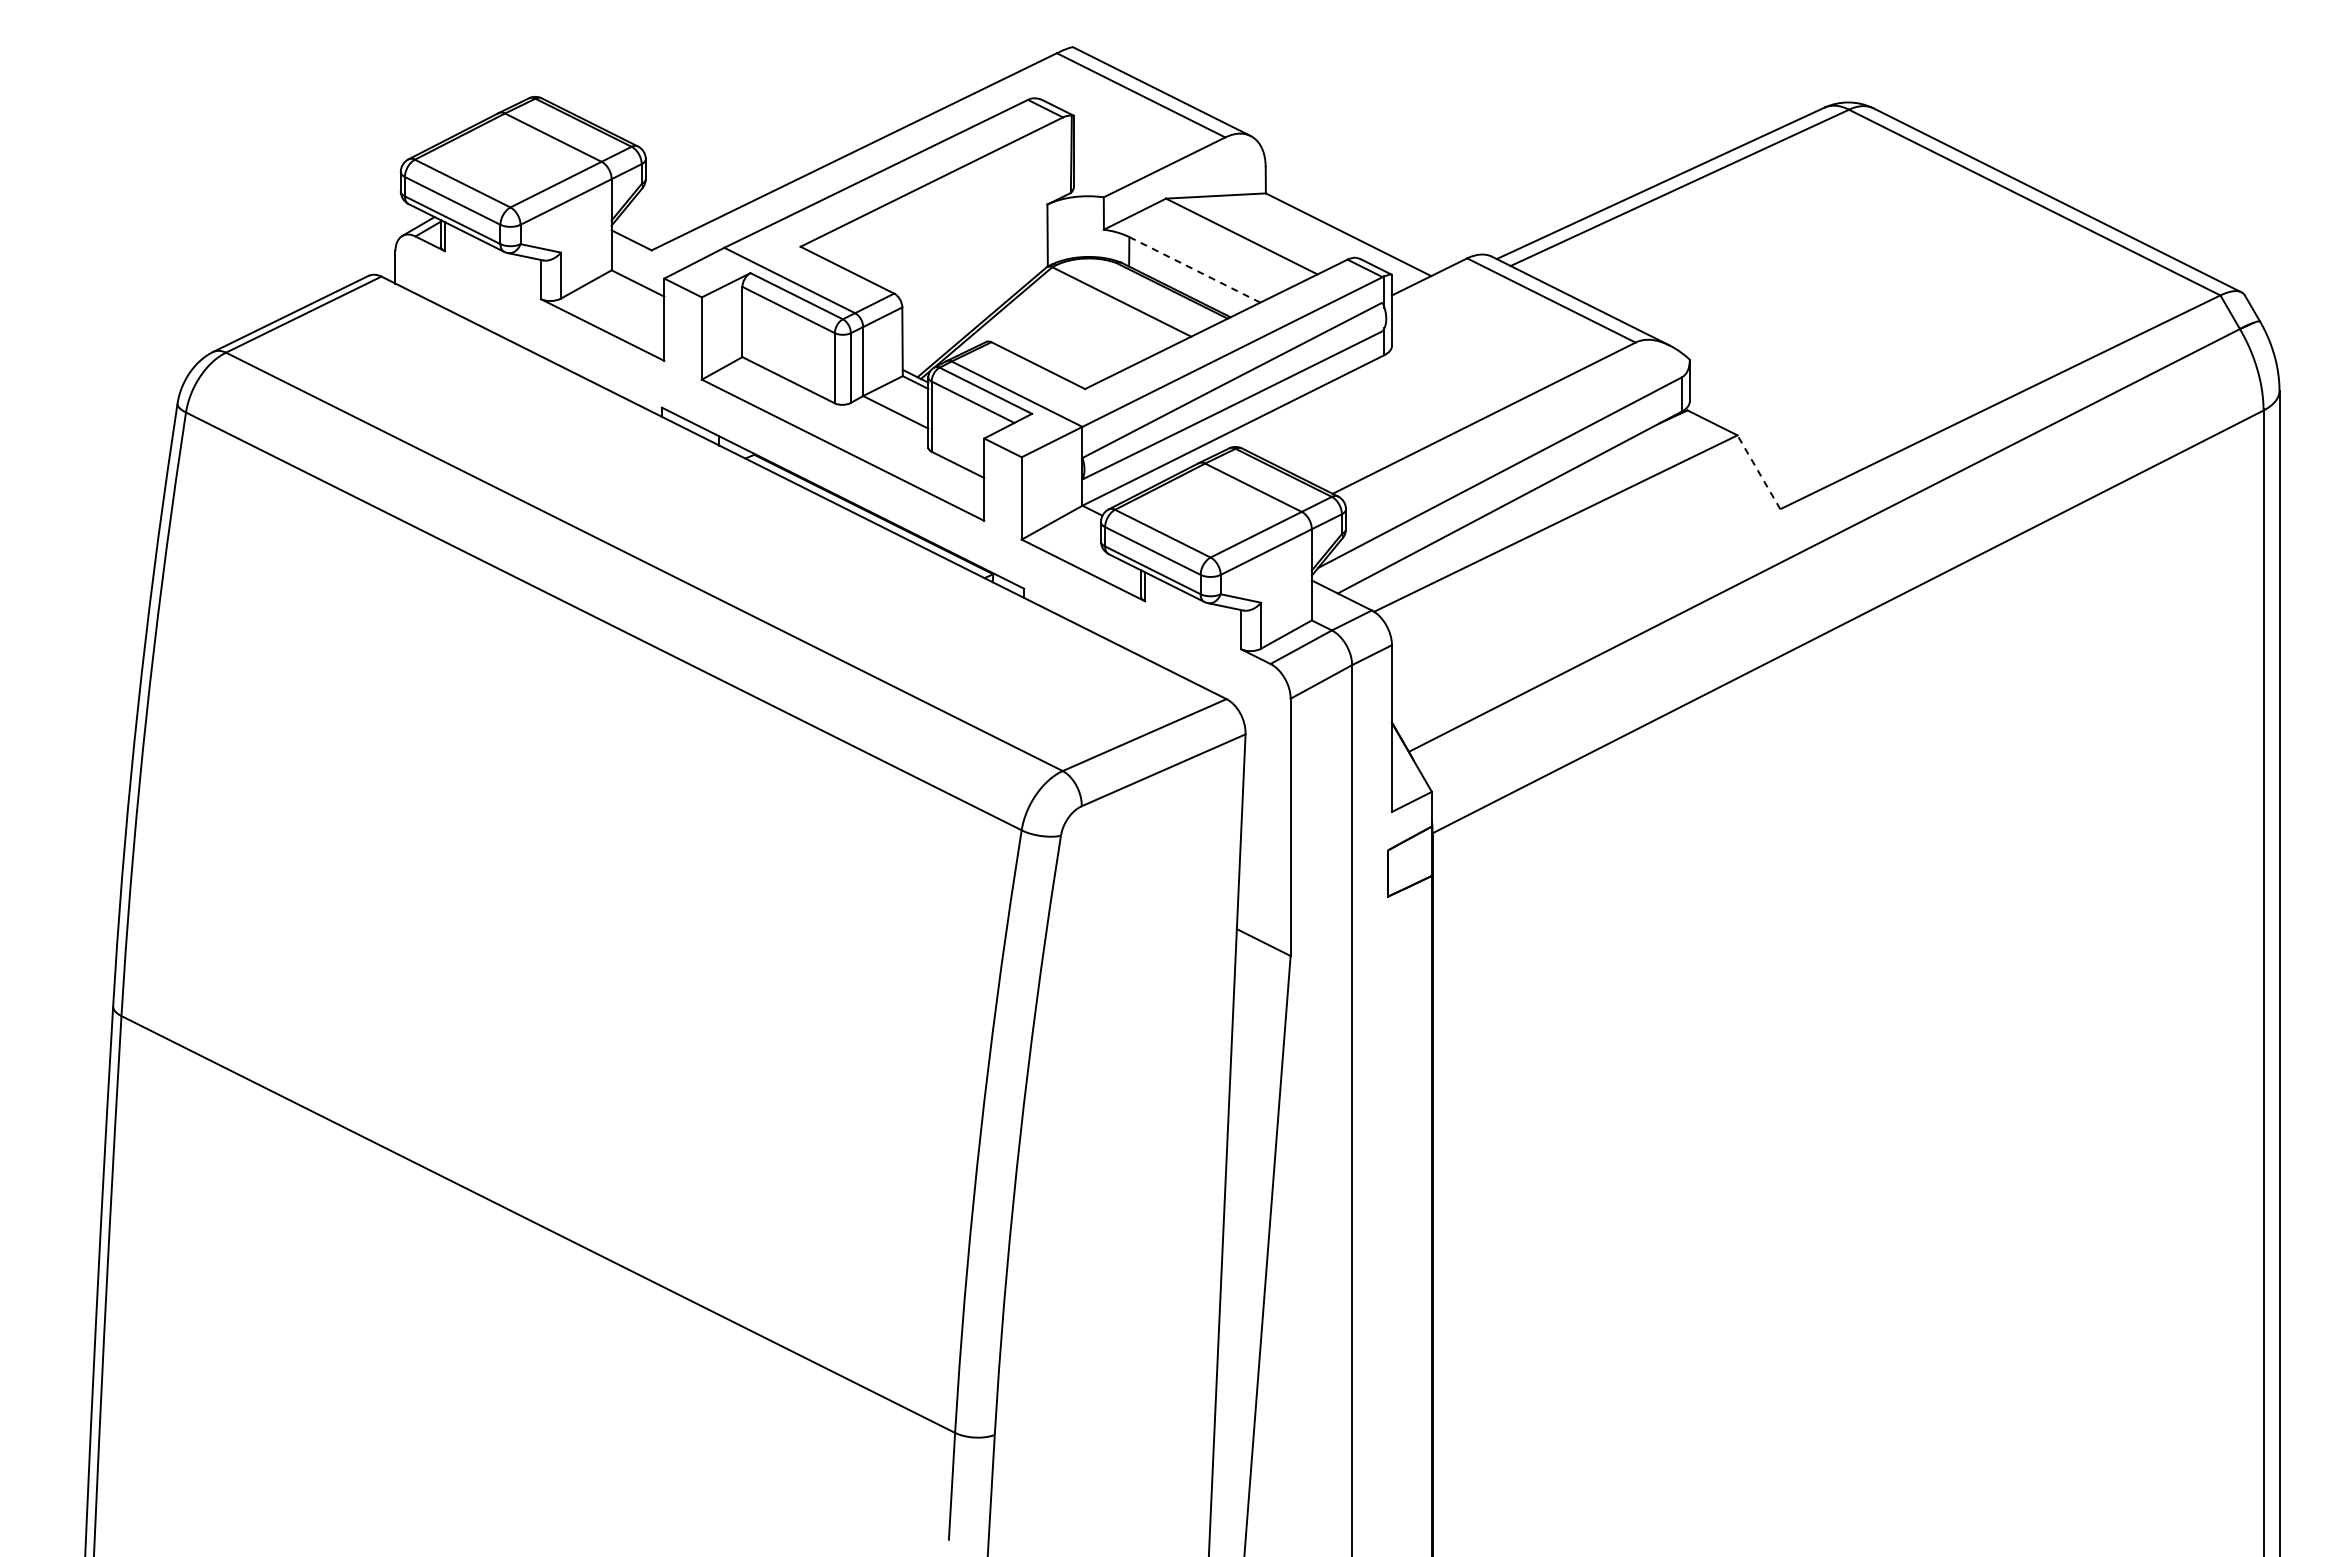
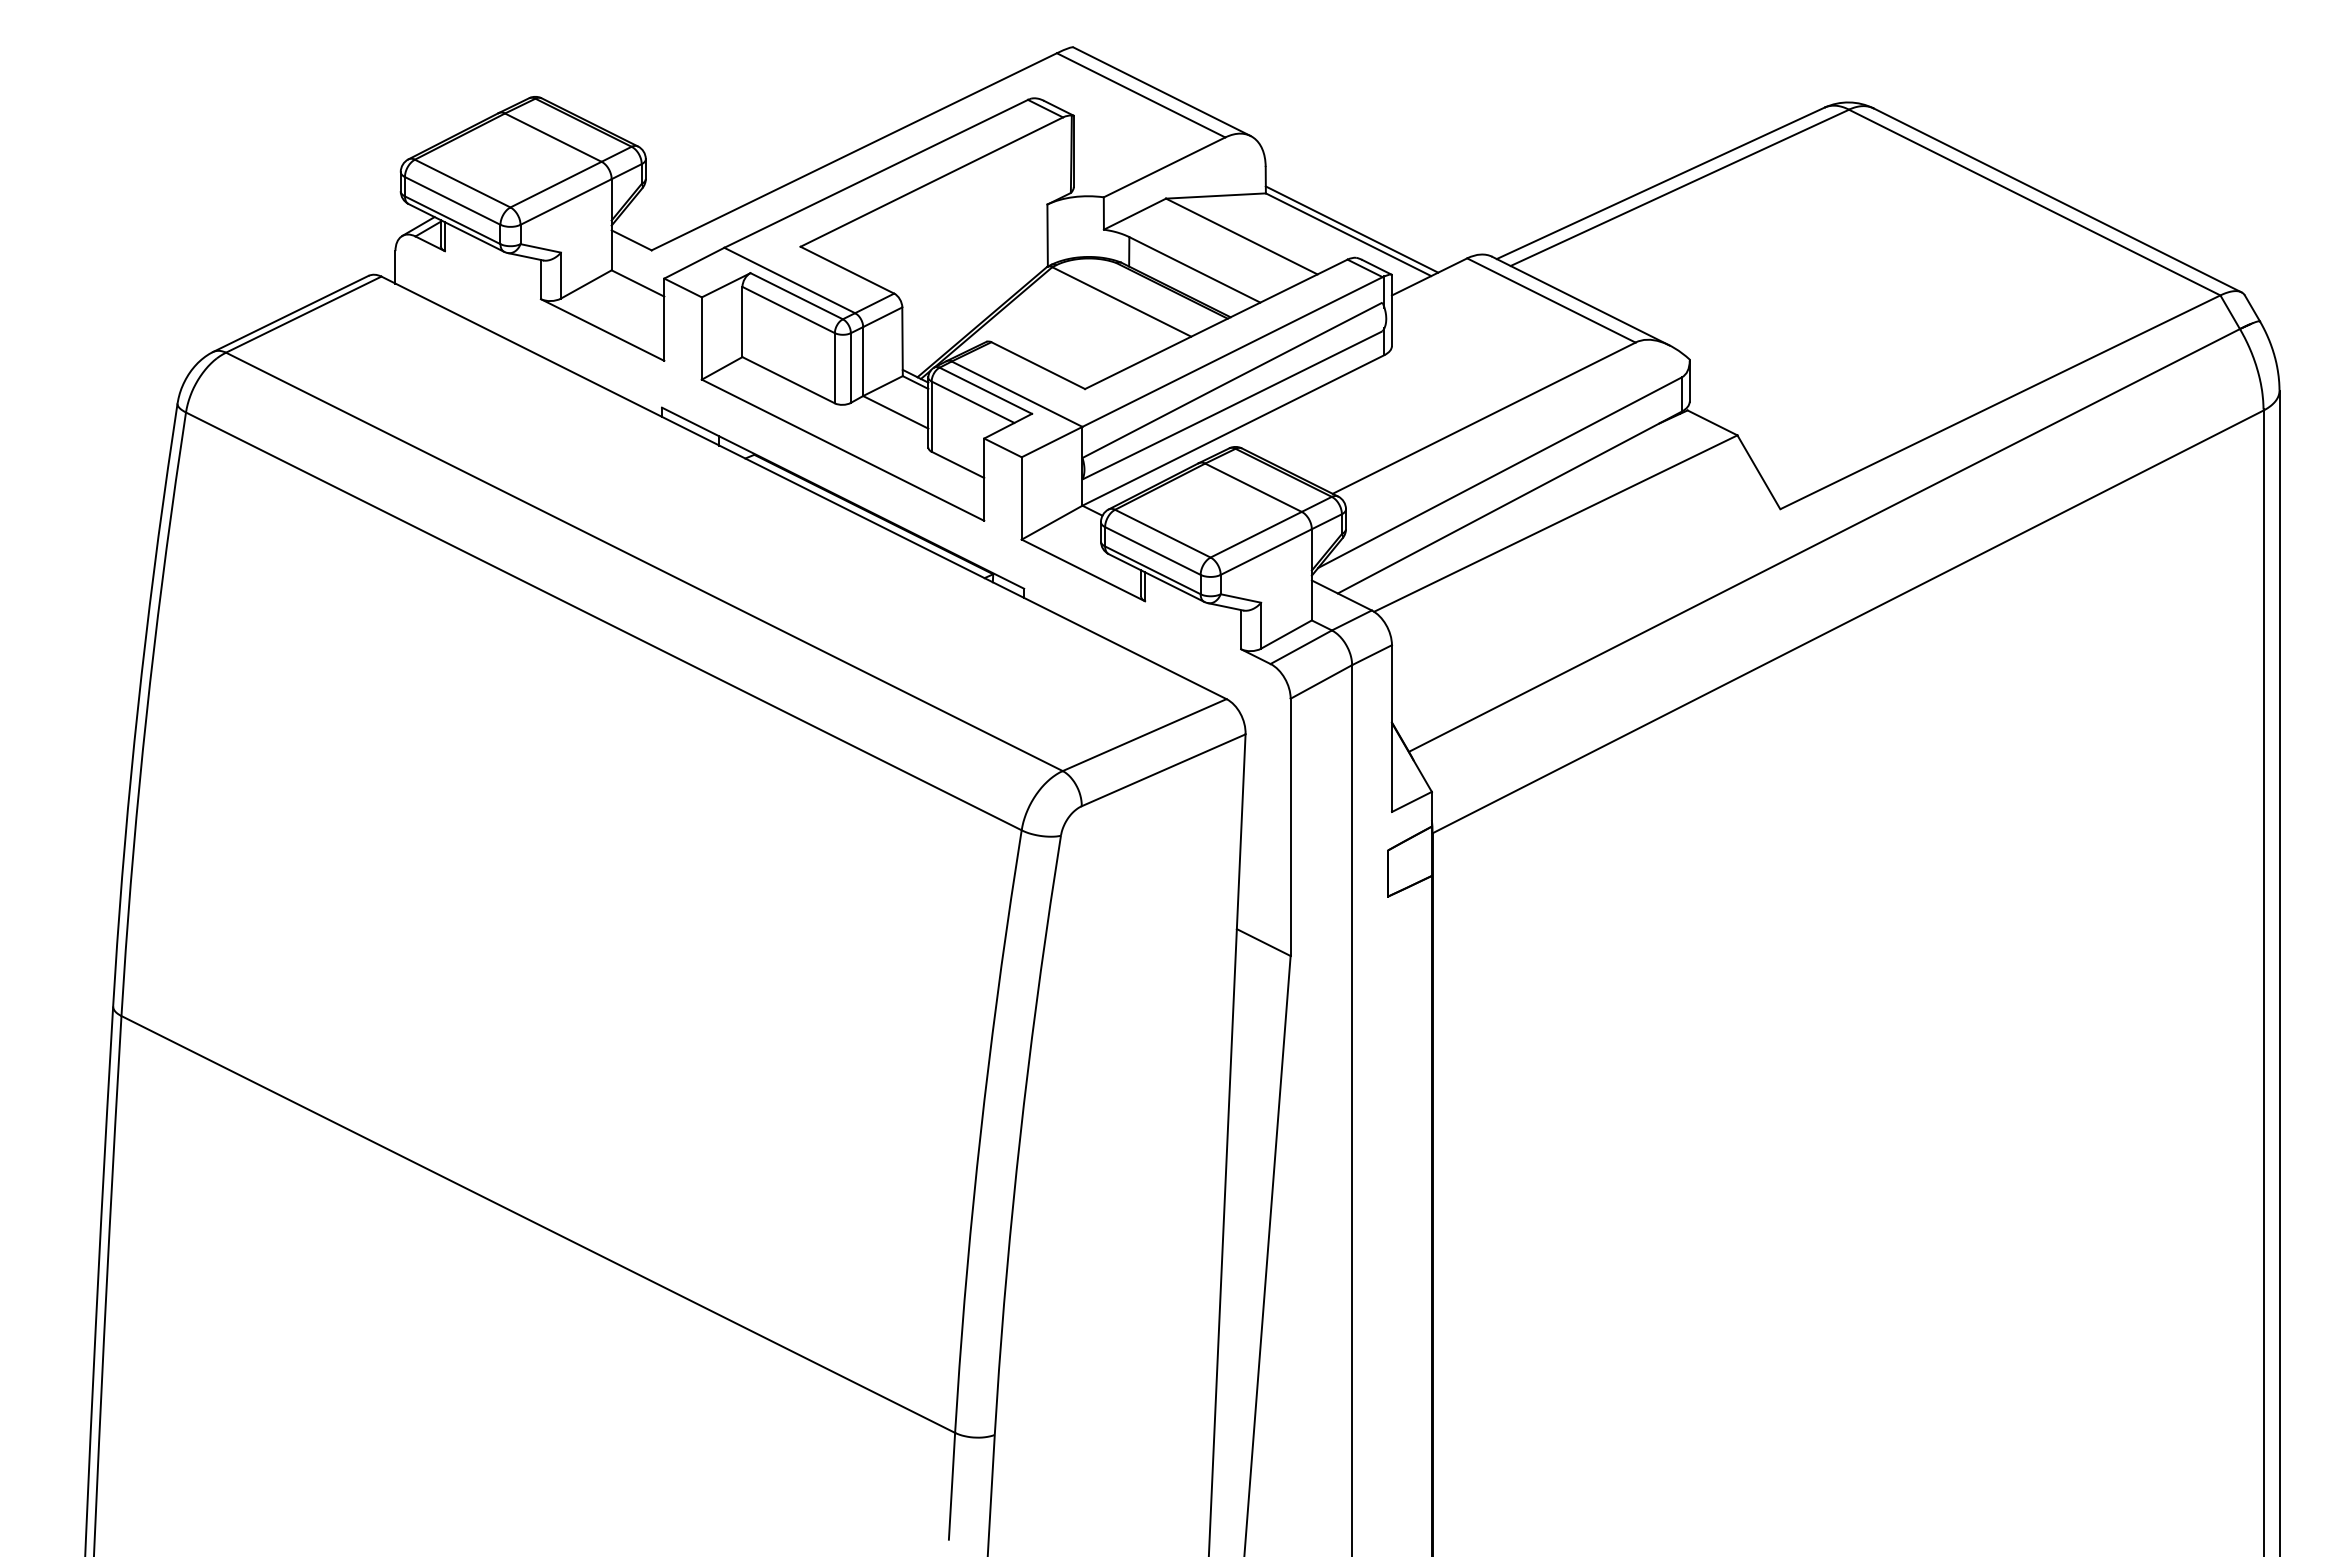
line at (1351, 229): none -> present
line at (1195, 270): dashed -> solid
line at (1758, 472): dashed -> solid
